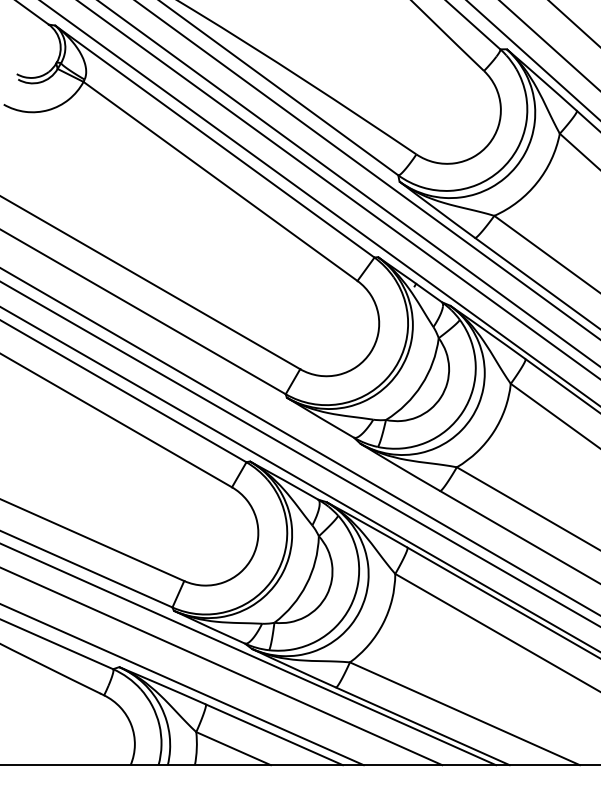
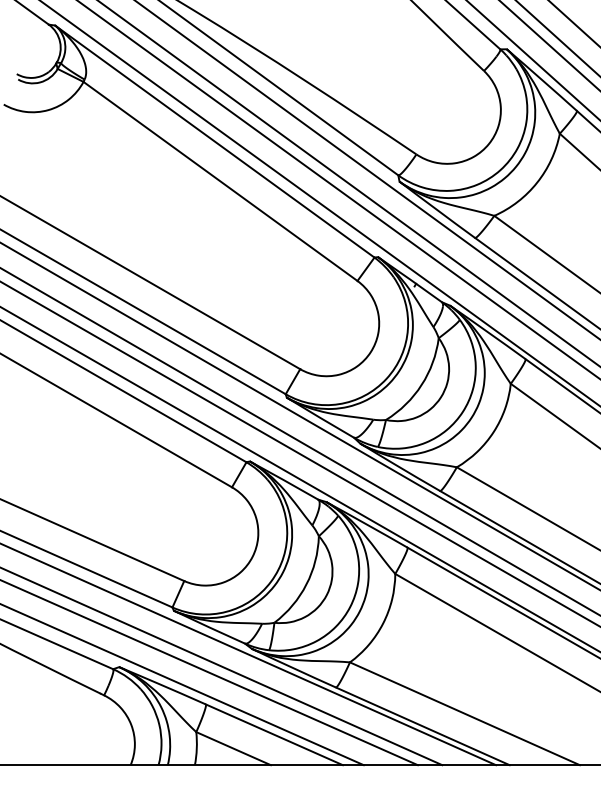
line at (557, 38): none -> present
line at (299, 416): none -> present
line at (209, 673): none -> present
